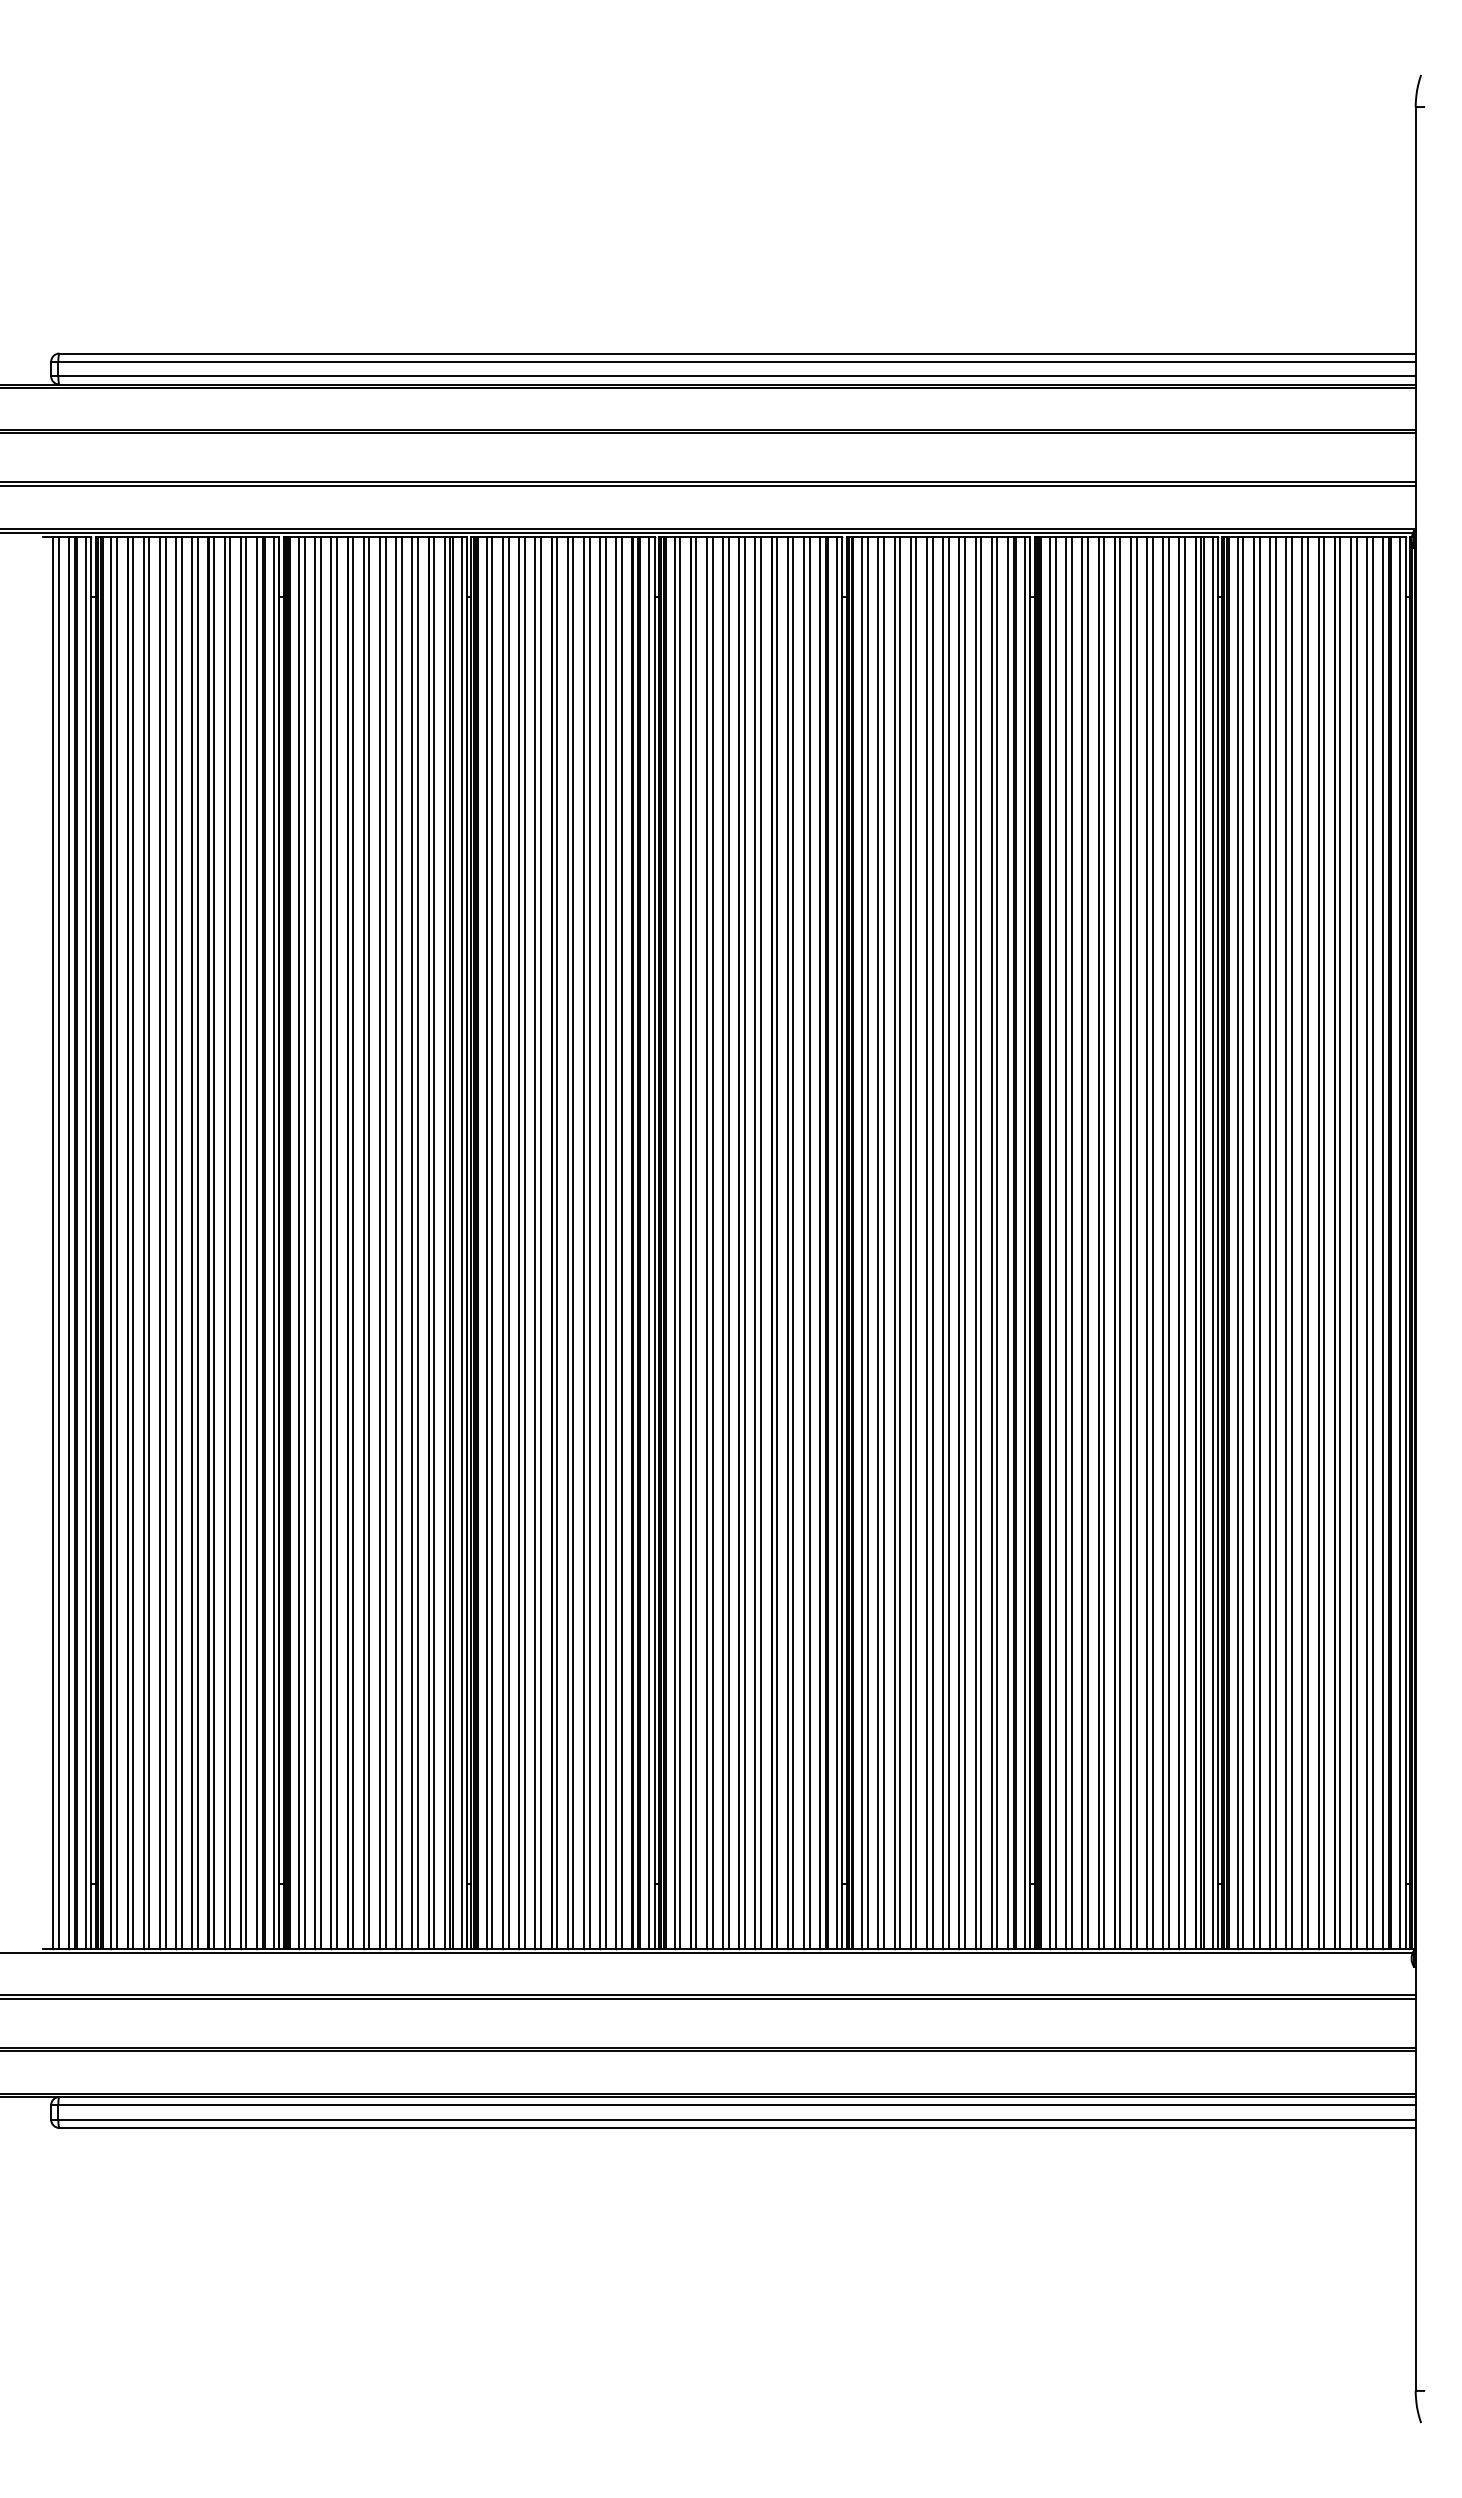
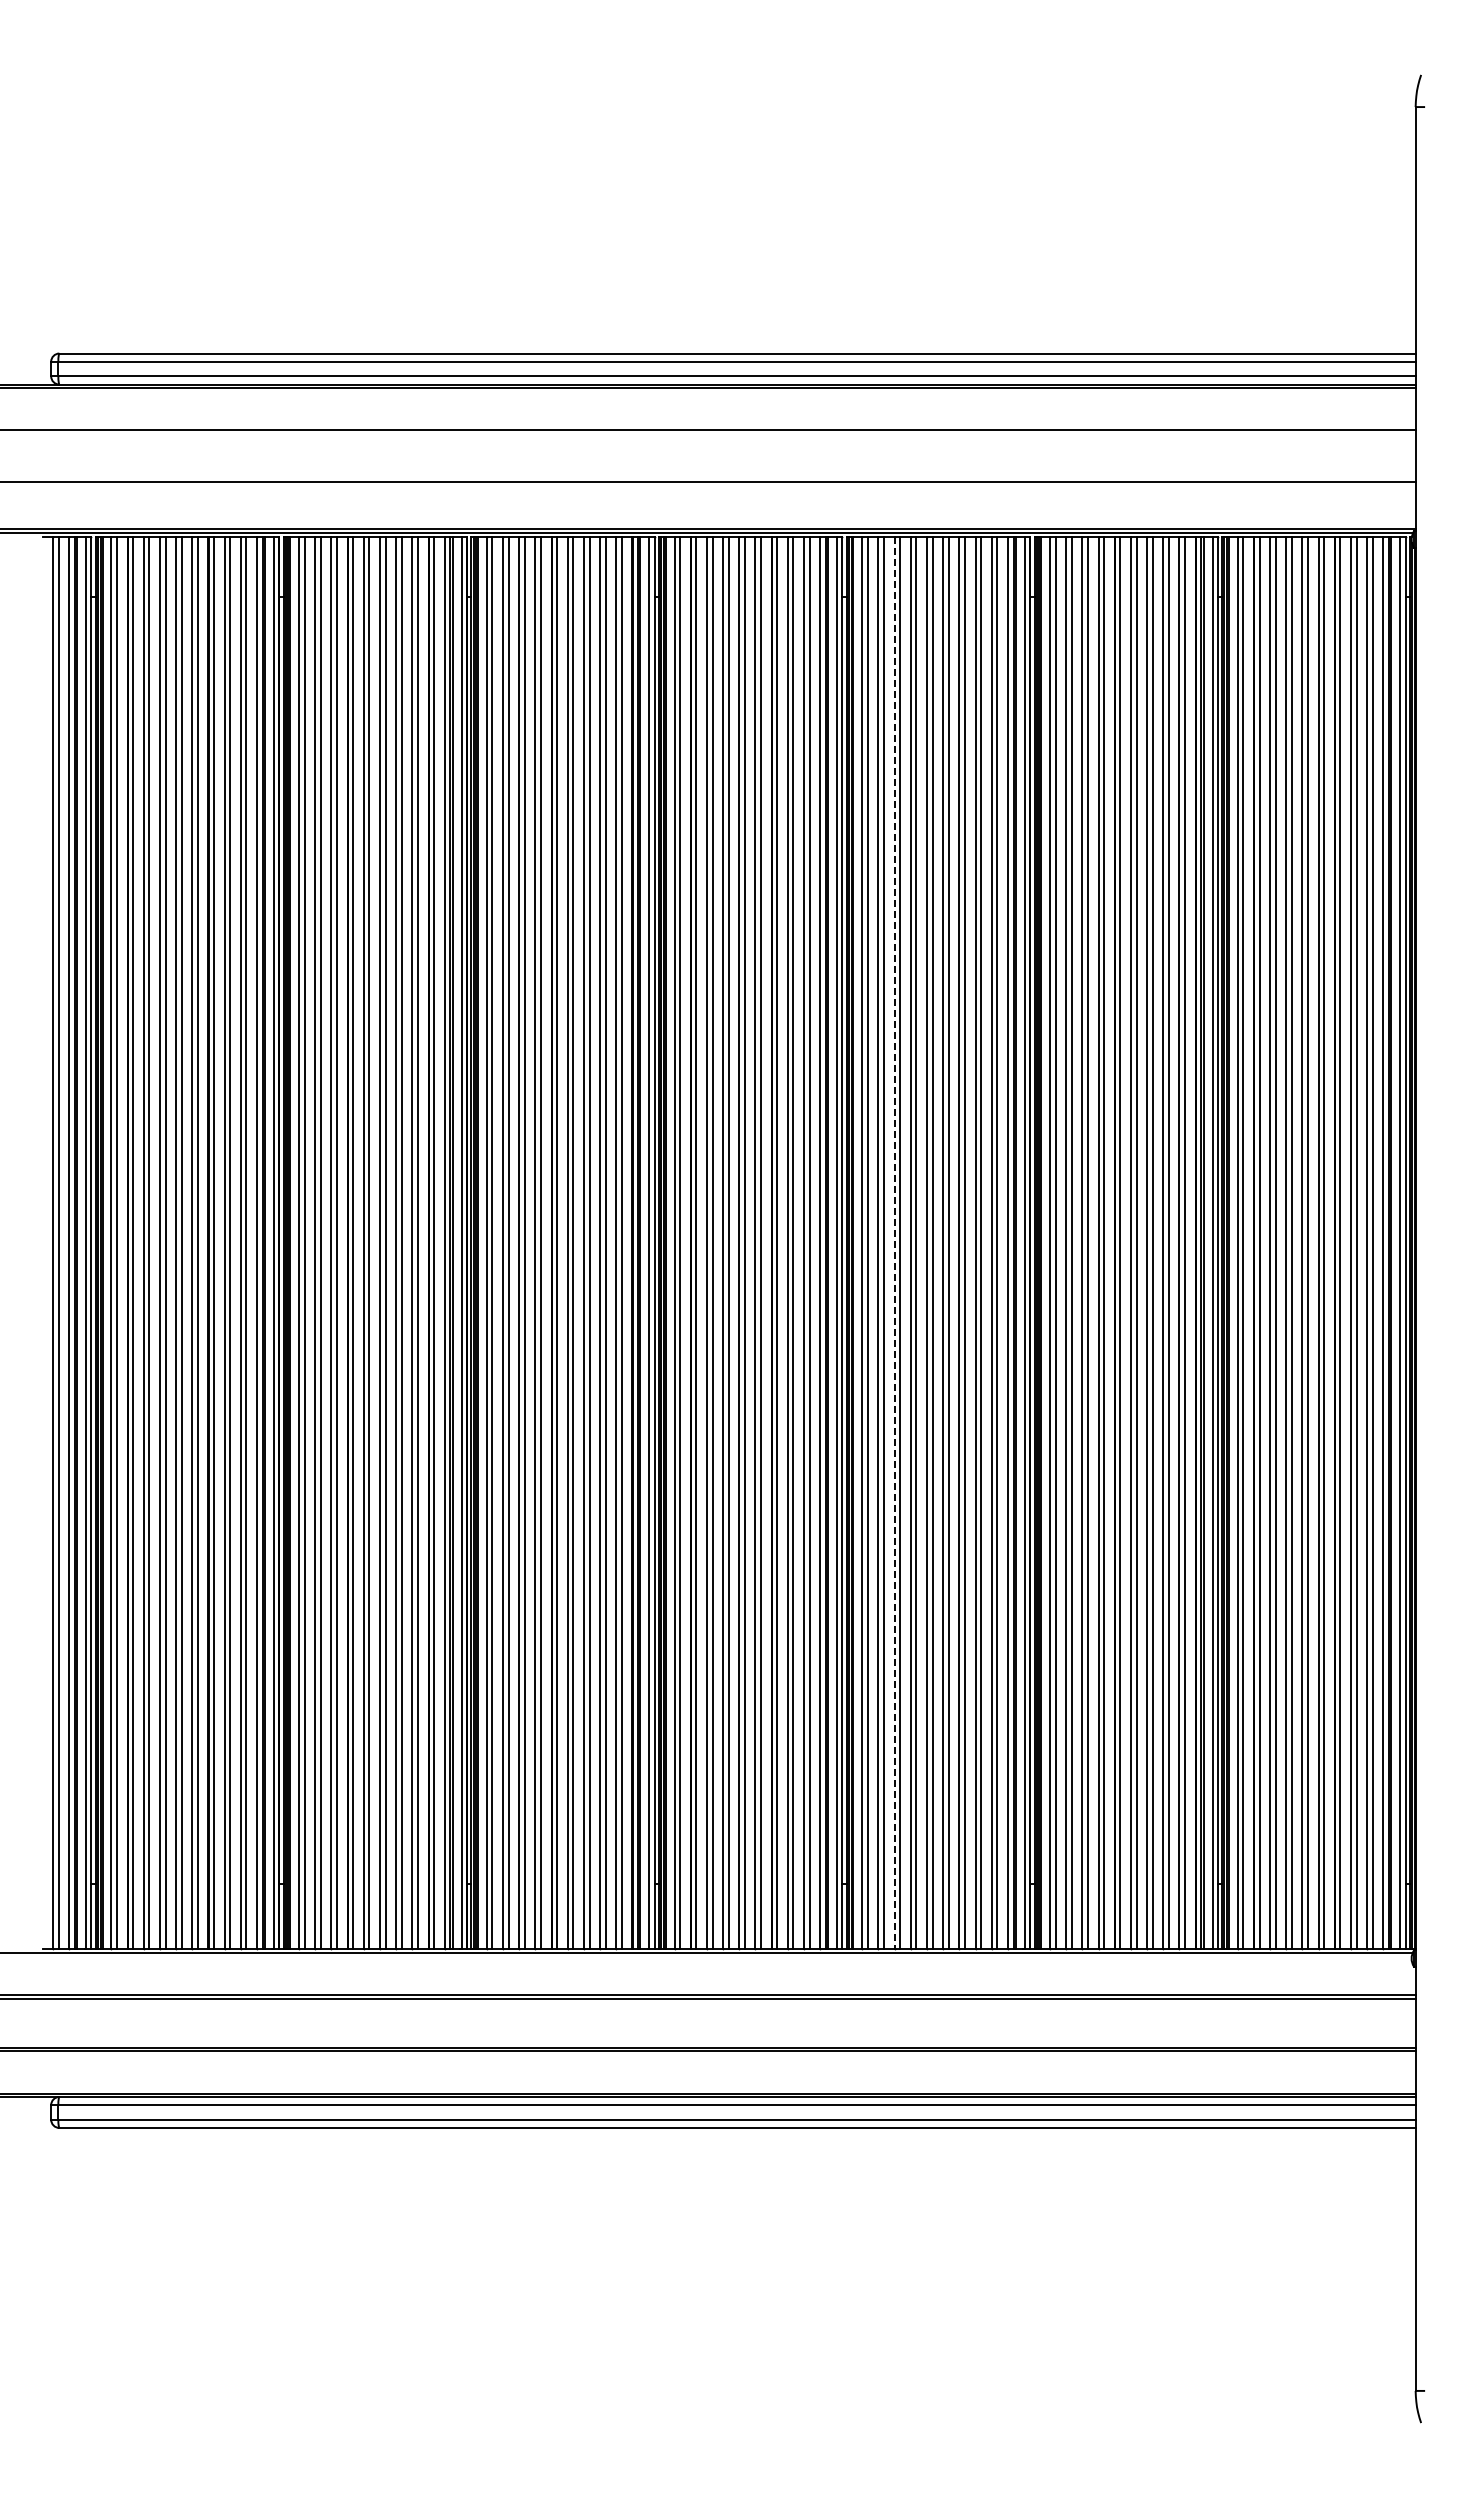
line at (708, 433): present -> none
line at (708, 486): present -> none
line at (894, 1242): solid -> dashed
